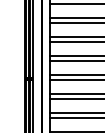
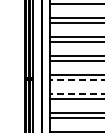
line at (76, 79): solid -> dashed
line at (76, 94): solid -> dashed
